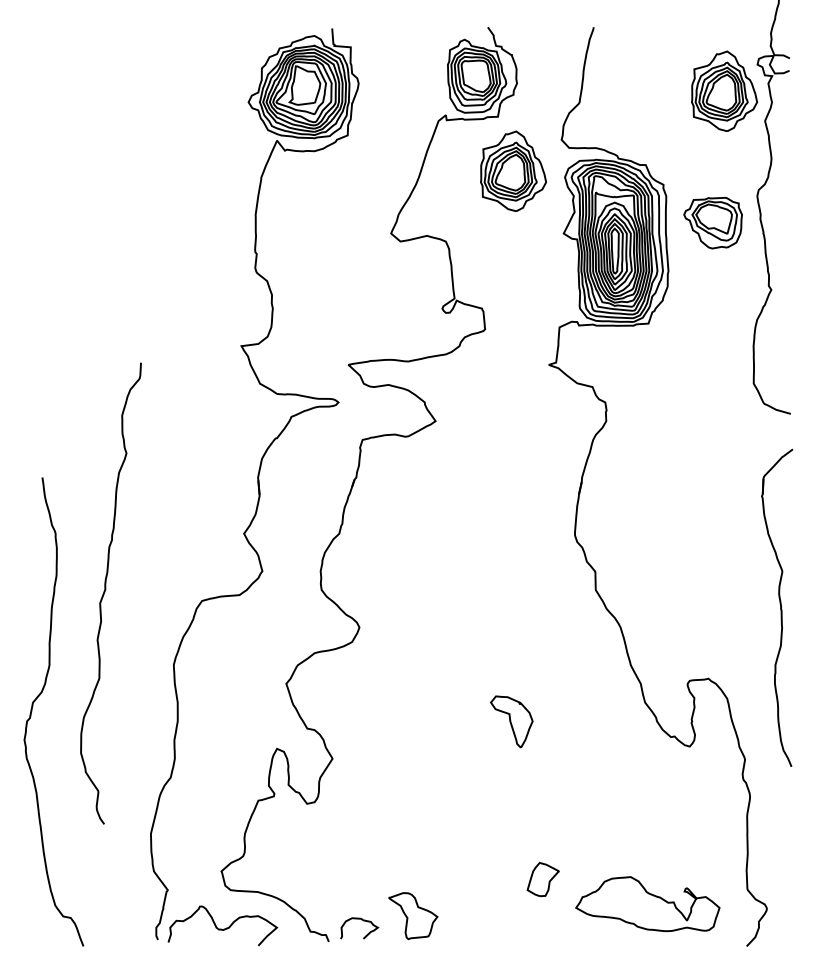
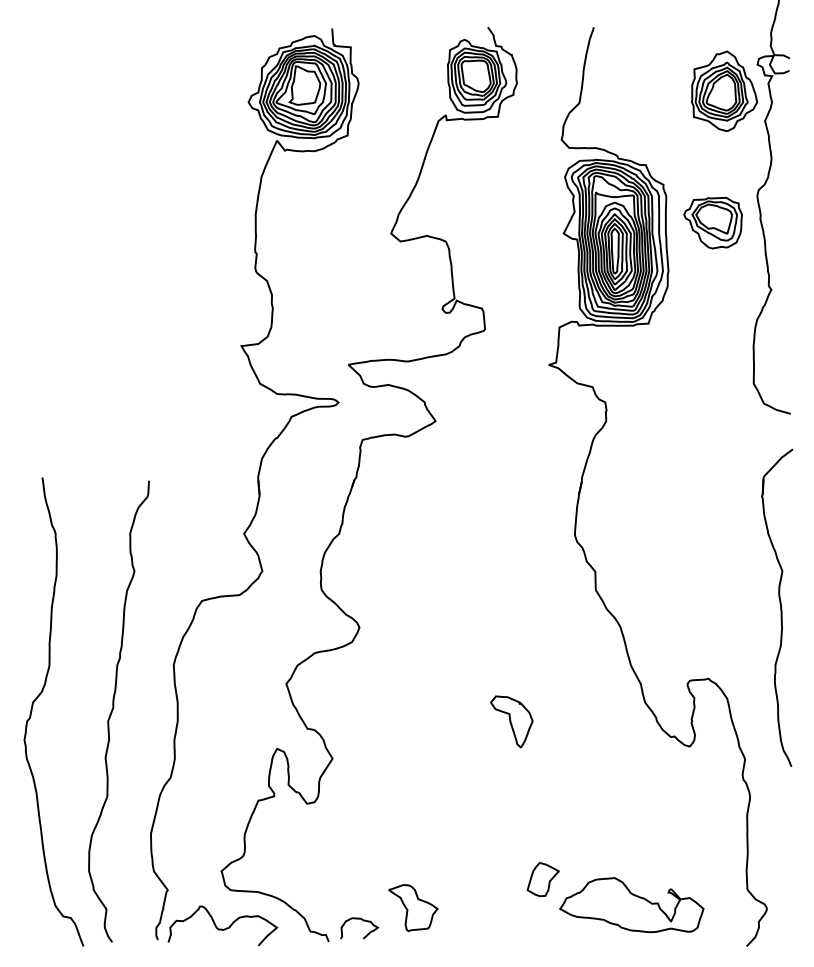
part at (513, 170): present -> none
curve at (105, 592) position: (105, 592) -> (113, 710)
part at (647, 904) position: (647, 904) -> (631, 905)
part at (413, 916) position: (413, 916) -> (413, 908)
